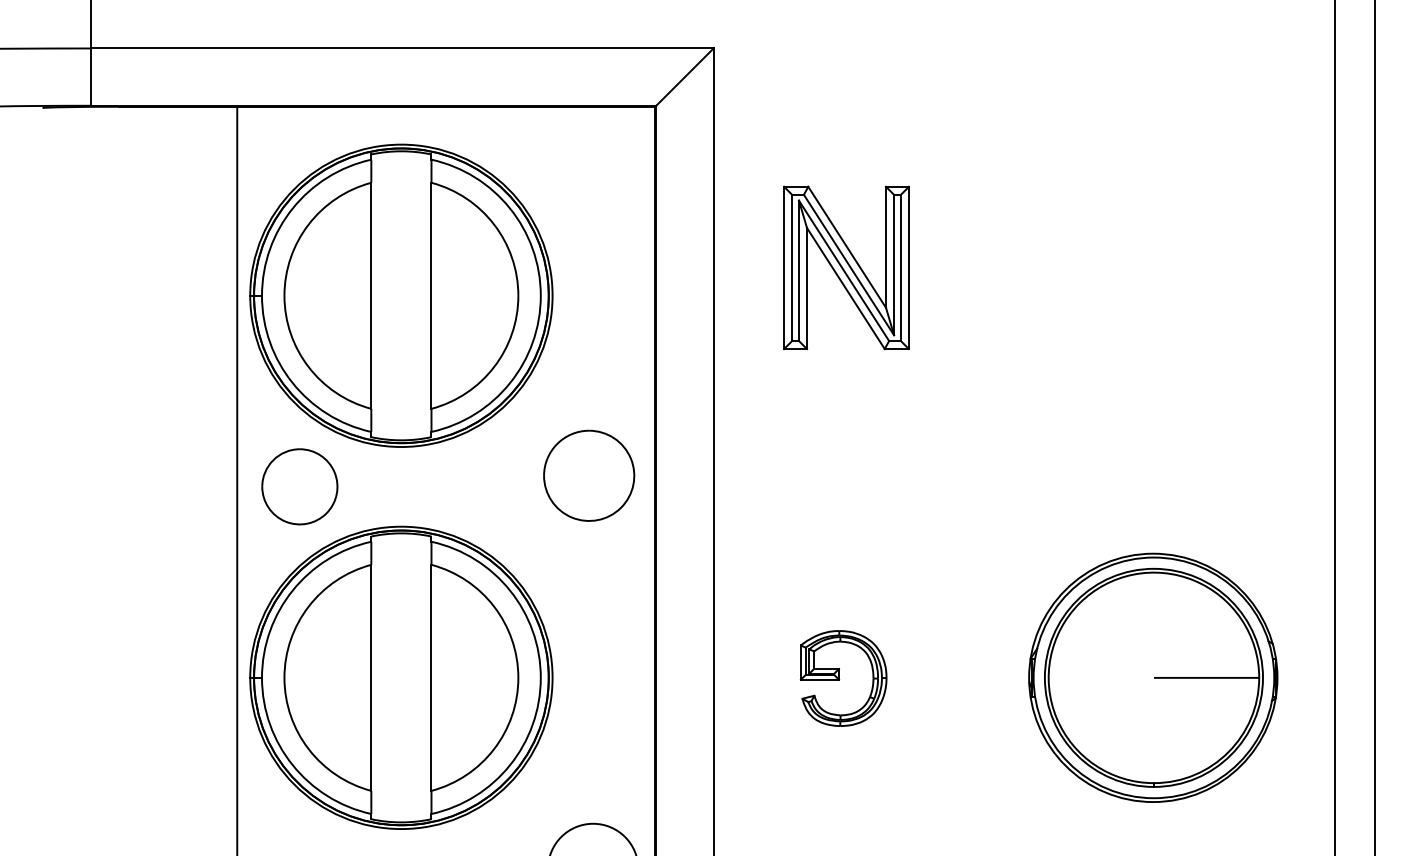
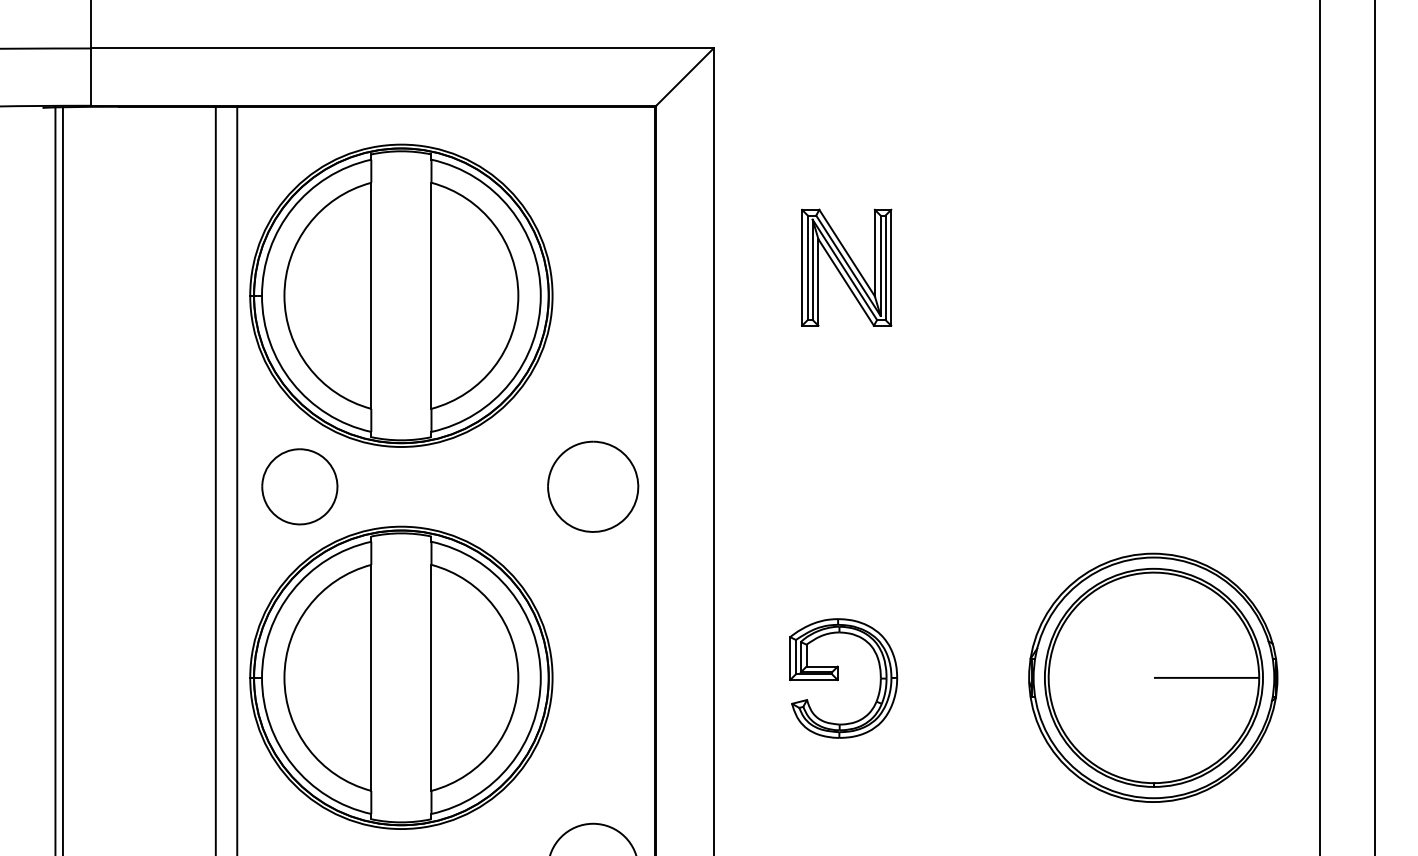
part at (846, 267) size: 127x166 px -> 92x119 px
line at (1335, 427) position: (1335, 427) -> (1320, 427)
part at (589, 475) position: (589, 475) -> (593, 486)
line at (55, 479): none -> present
line at (62, 479): none -> present
line at (215, 479): none -> present
part at (843, 678) size: 89x97 px -> 110x121 px
